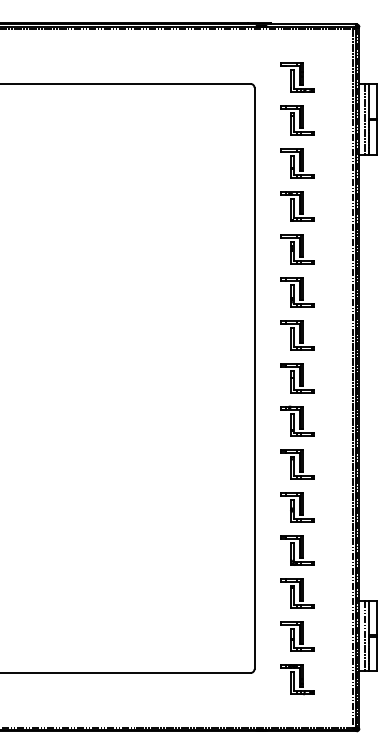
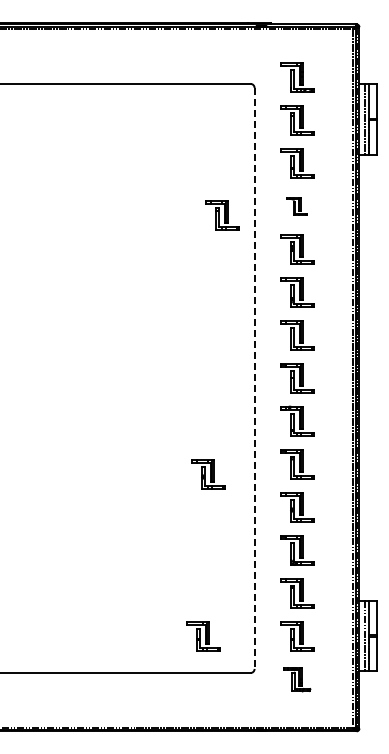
part at (297, 206) size: 35x31 px -> 22x19 px
part at (222, 215): none -> present
line at (254, 378): solid -> dashed
part at (208, 474): none -> present
part at (203, 636): none -> present
part at (297, 679) size: 35x32 px -> 29x26 px
